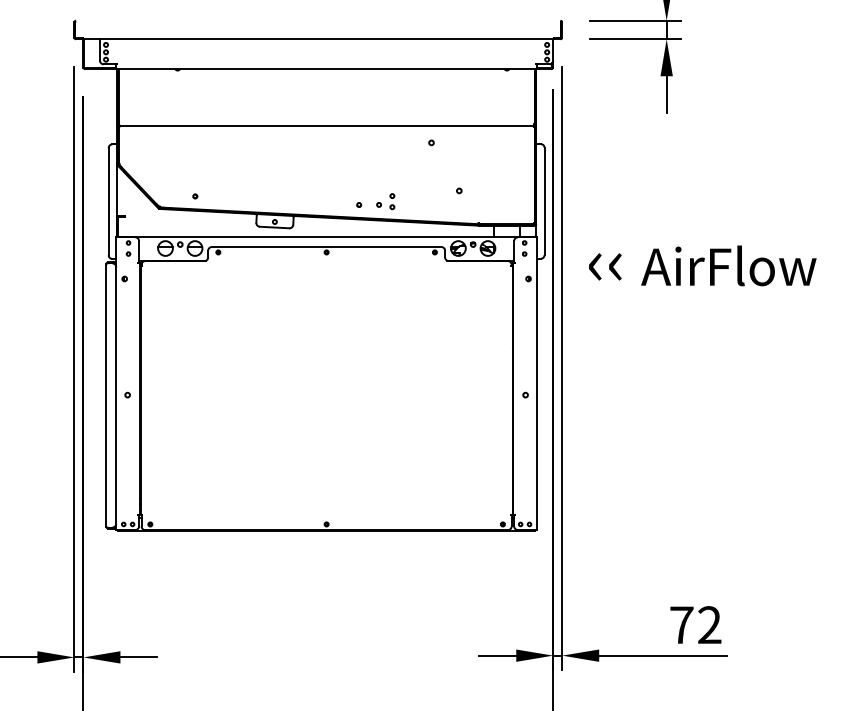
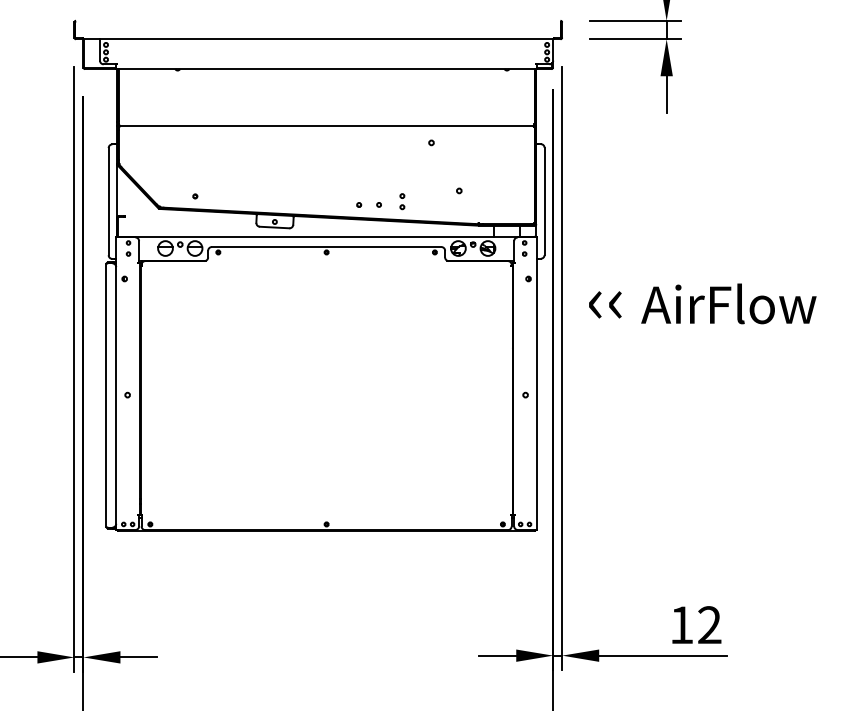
part at (392, 201) position: (392, 201) -> (402, 201)
text at (702, 265) position: (702, 265) -> (702, 303)
text at (681, 624): 72 -> 12
